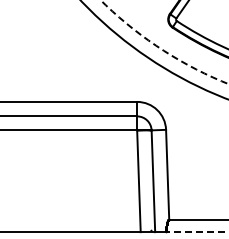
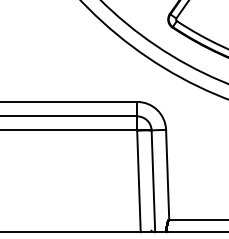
arc at (161, 48): dashed -> solid
line at (197, 232): dashed -> solid
